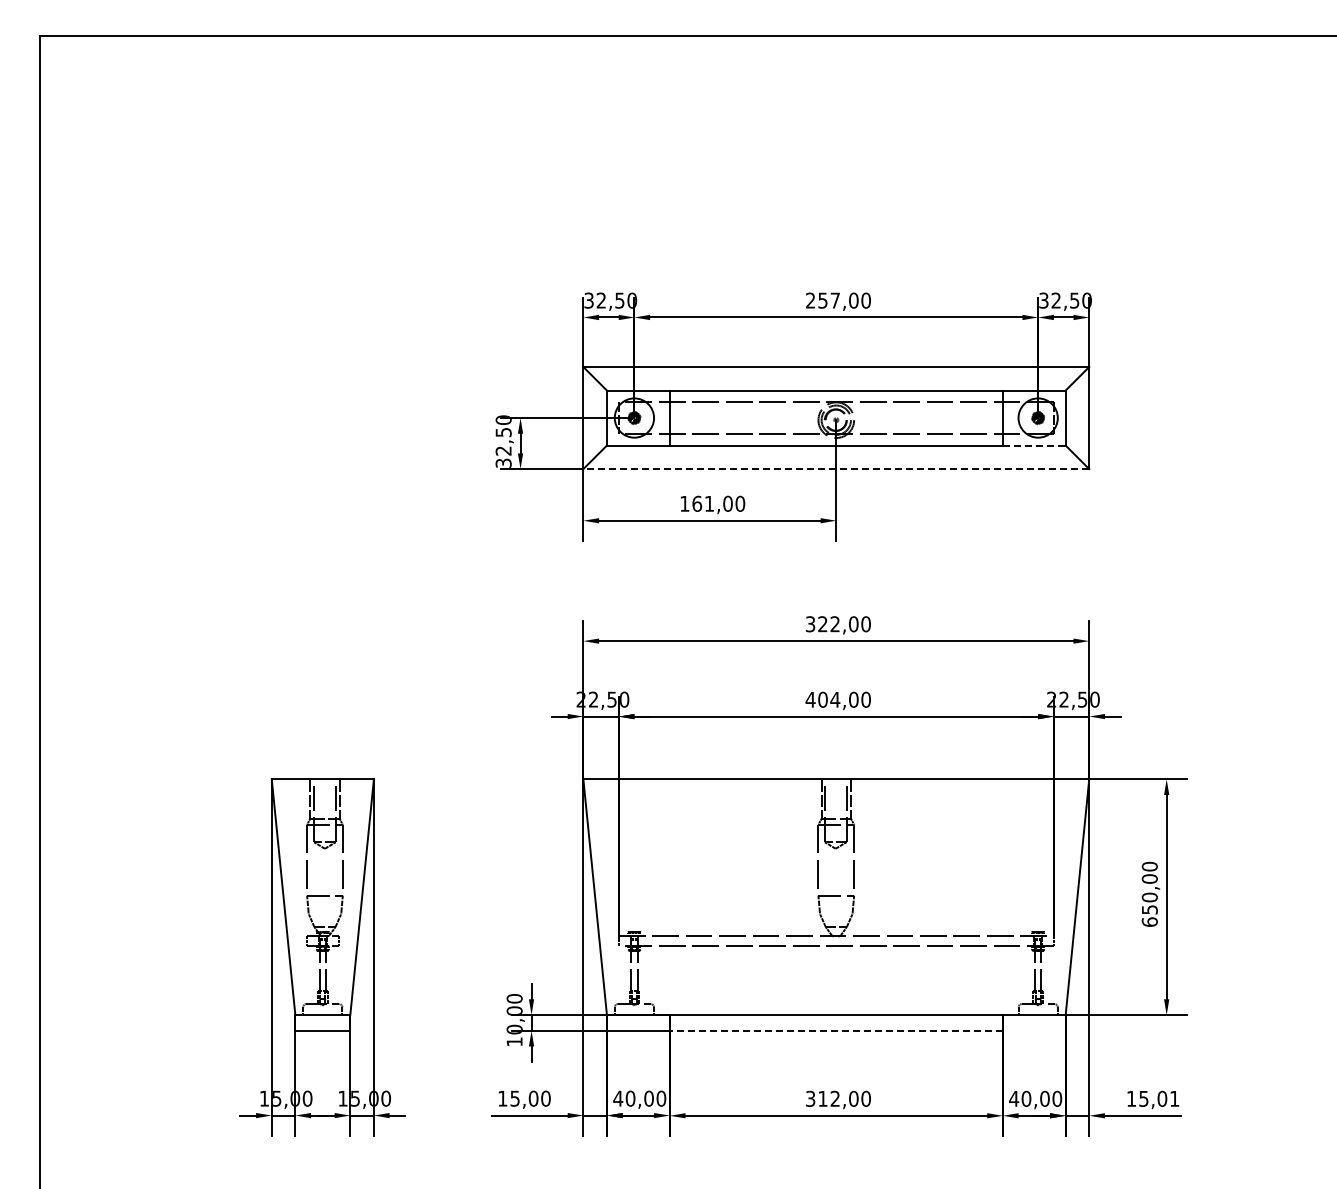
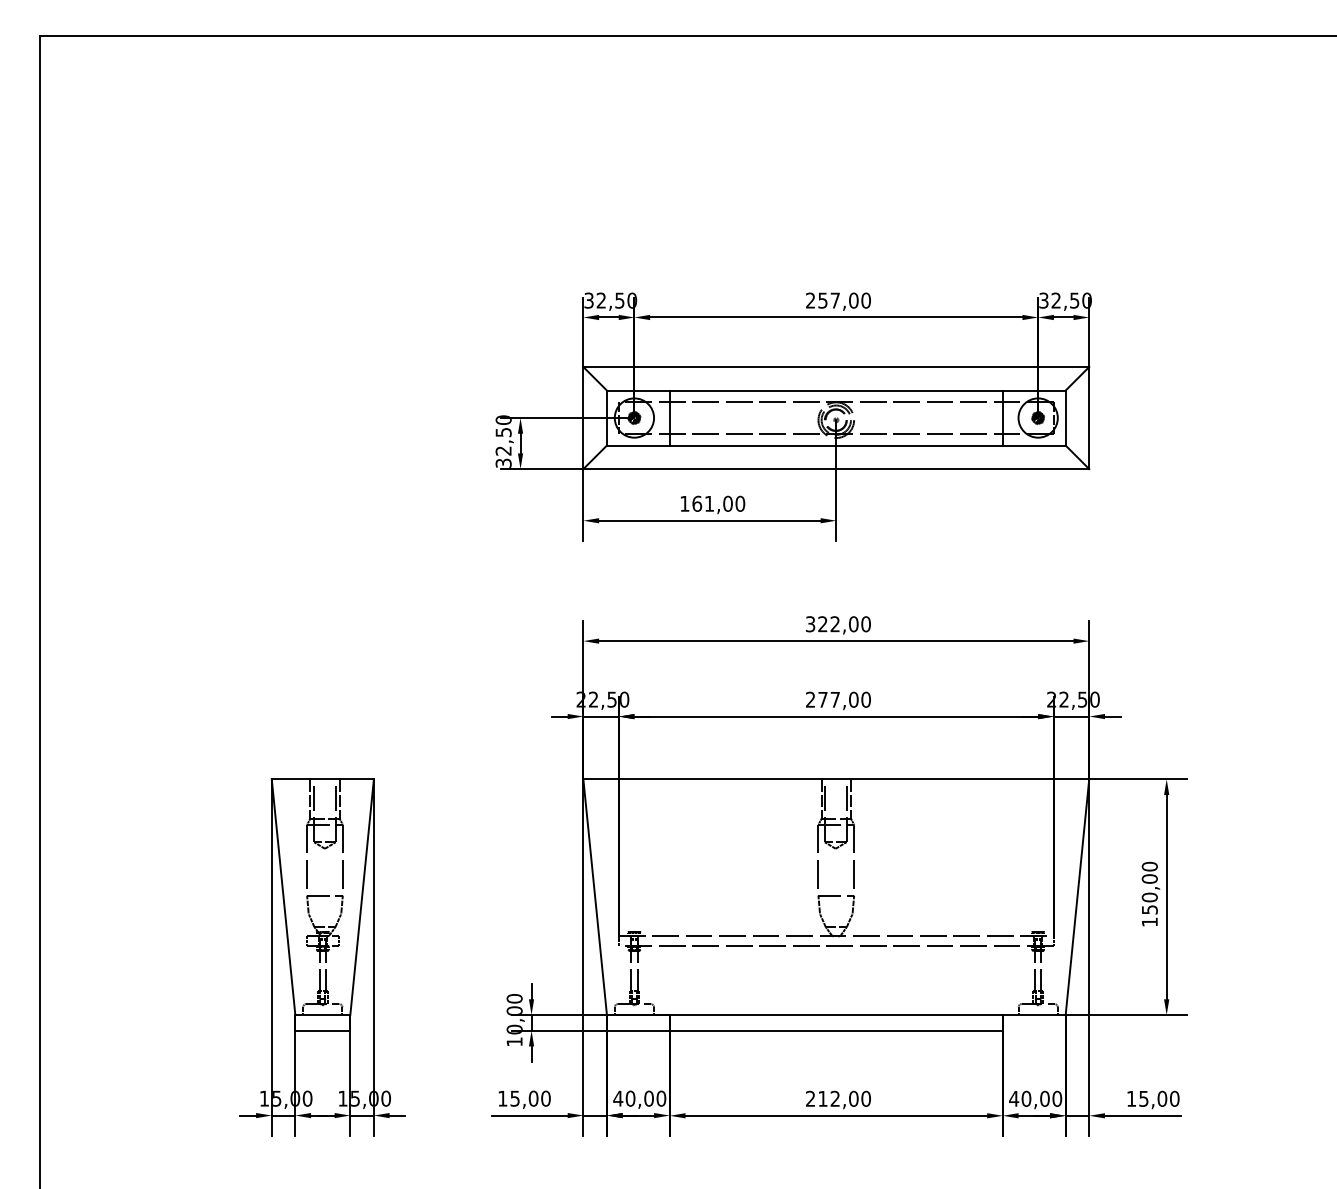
line at (1034, 445): dashed -> solid
line at (836, 469): dashed -> solid
text at (822, 699): 404,00 -> 277,00
text at (1149, 921): 650,00 -> 150,00
line at (836, 1030): dashed -> solid
text at (810, 1098): 312,00 -> 212,00
text at (1174, 1098): 15,01 -> 15,00
